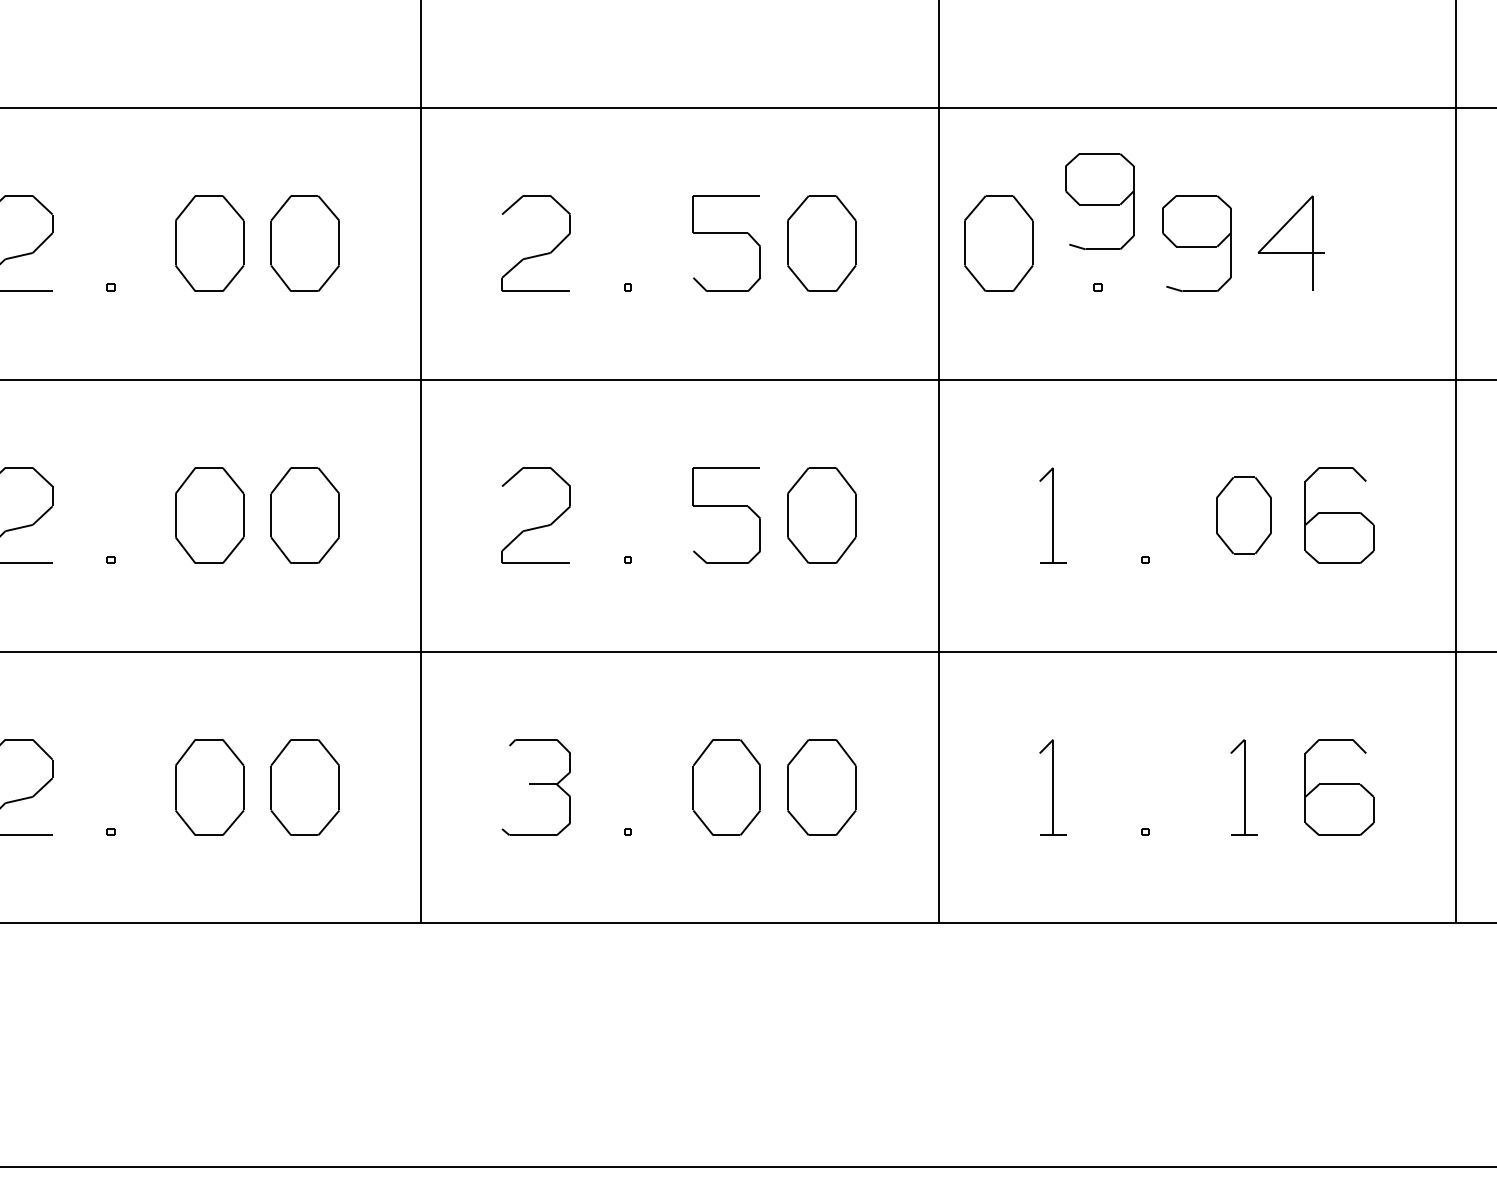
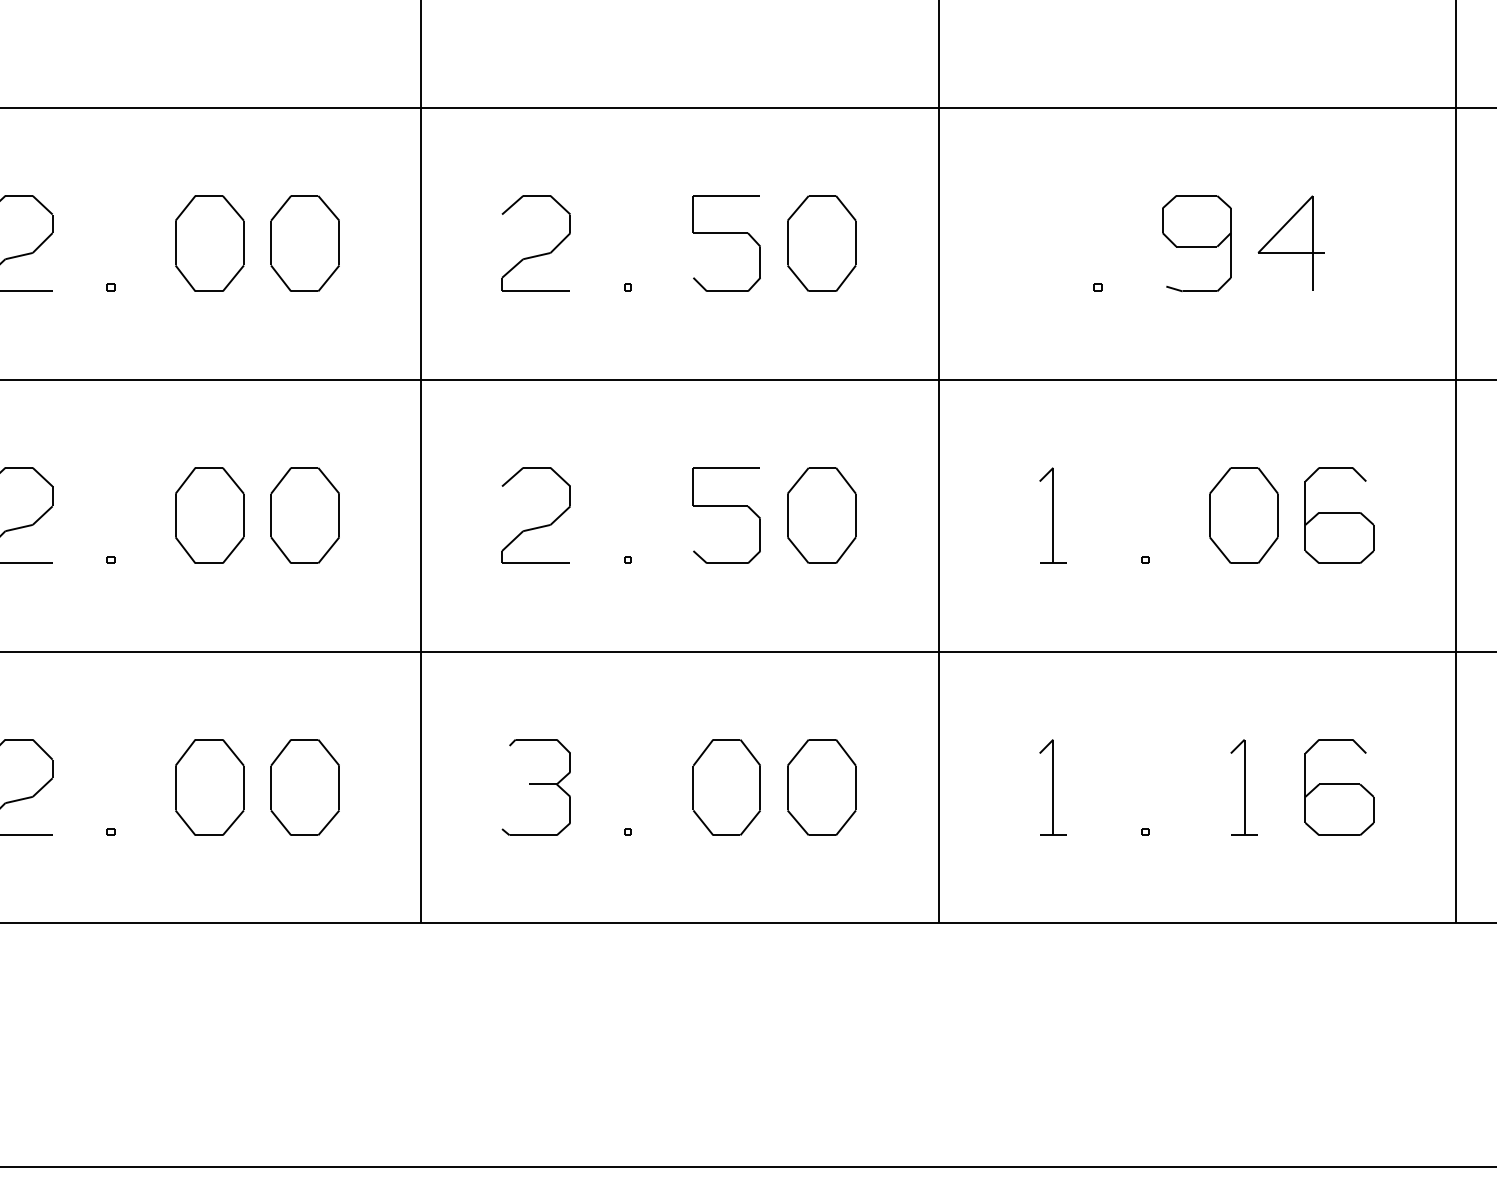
part at (1099, 201): present -> none
part at (998, 243): present -> none
part at (1243, 515) size: 56x79 px -> 70x97 px
